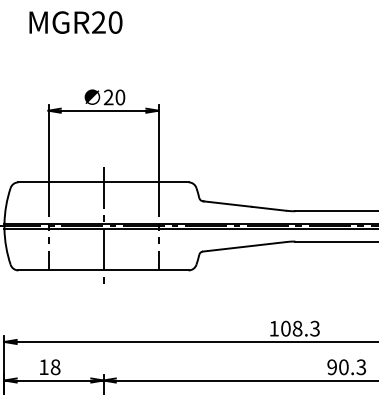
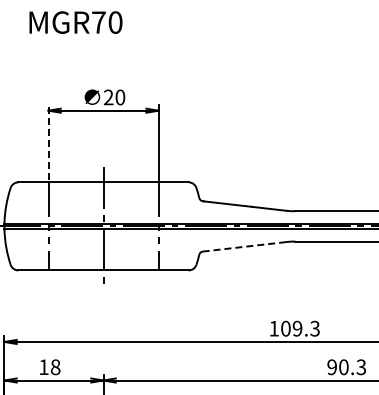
text at (98, 22): MGR20 -> MGR70
line at (48, 141): solid -> dashed
line at (244, 246): solid -> dashed
text at (297, 328): 108.3 -> 109.3
